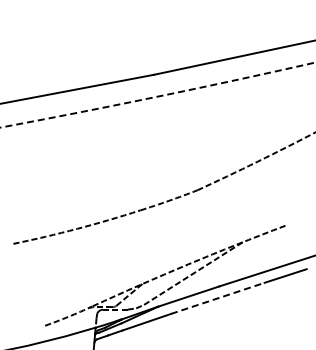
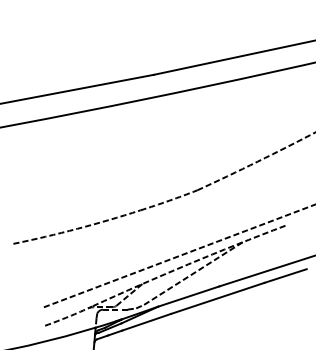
arc at (157, 96): dashed -> solid
line at (177, 256): none -> present
line at (218, 298): dashed -> solid
